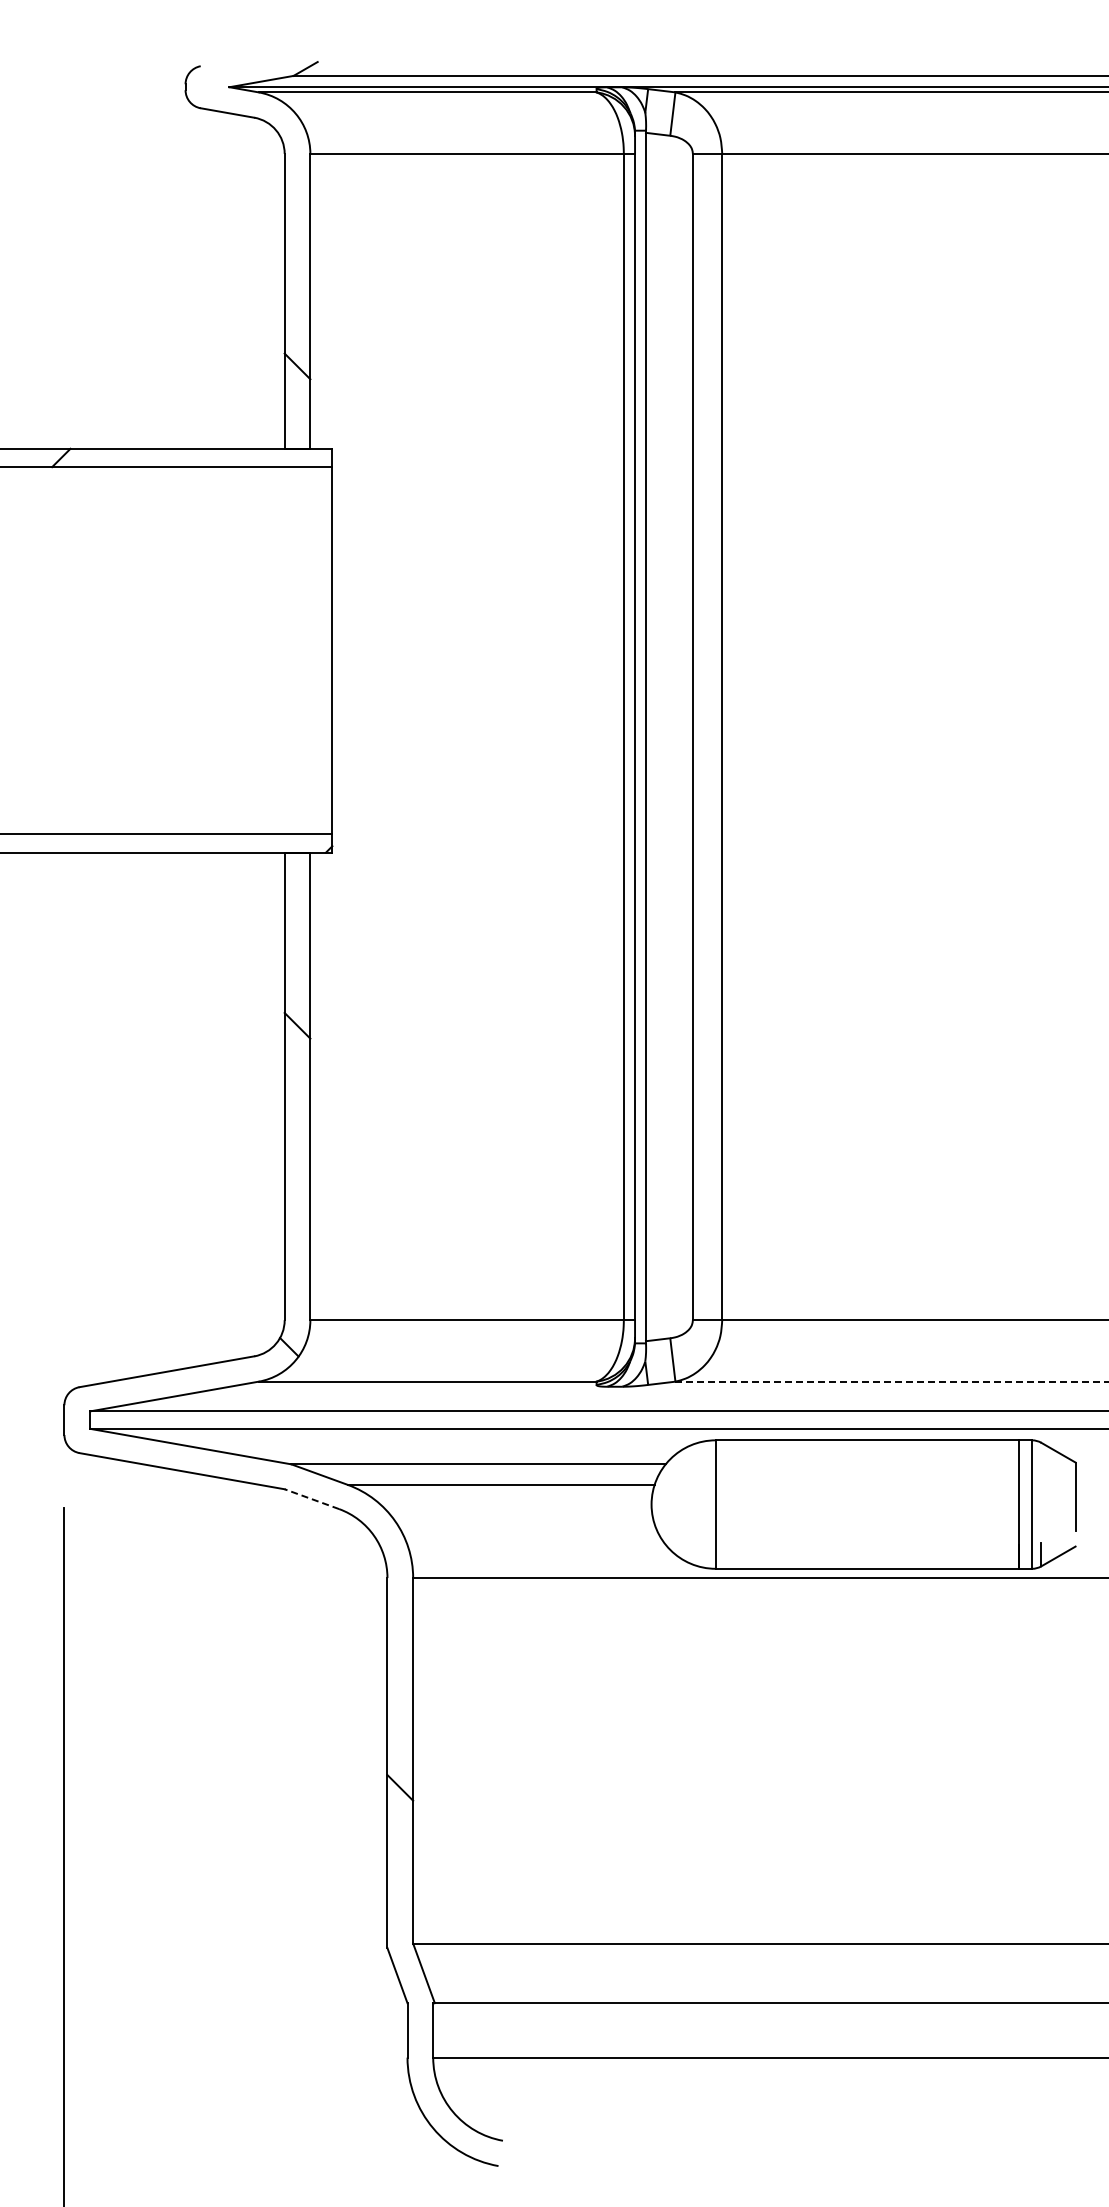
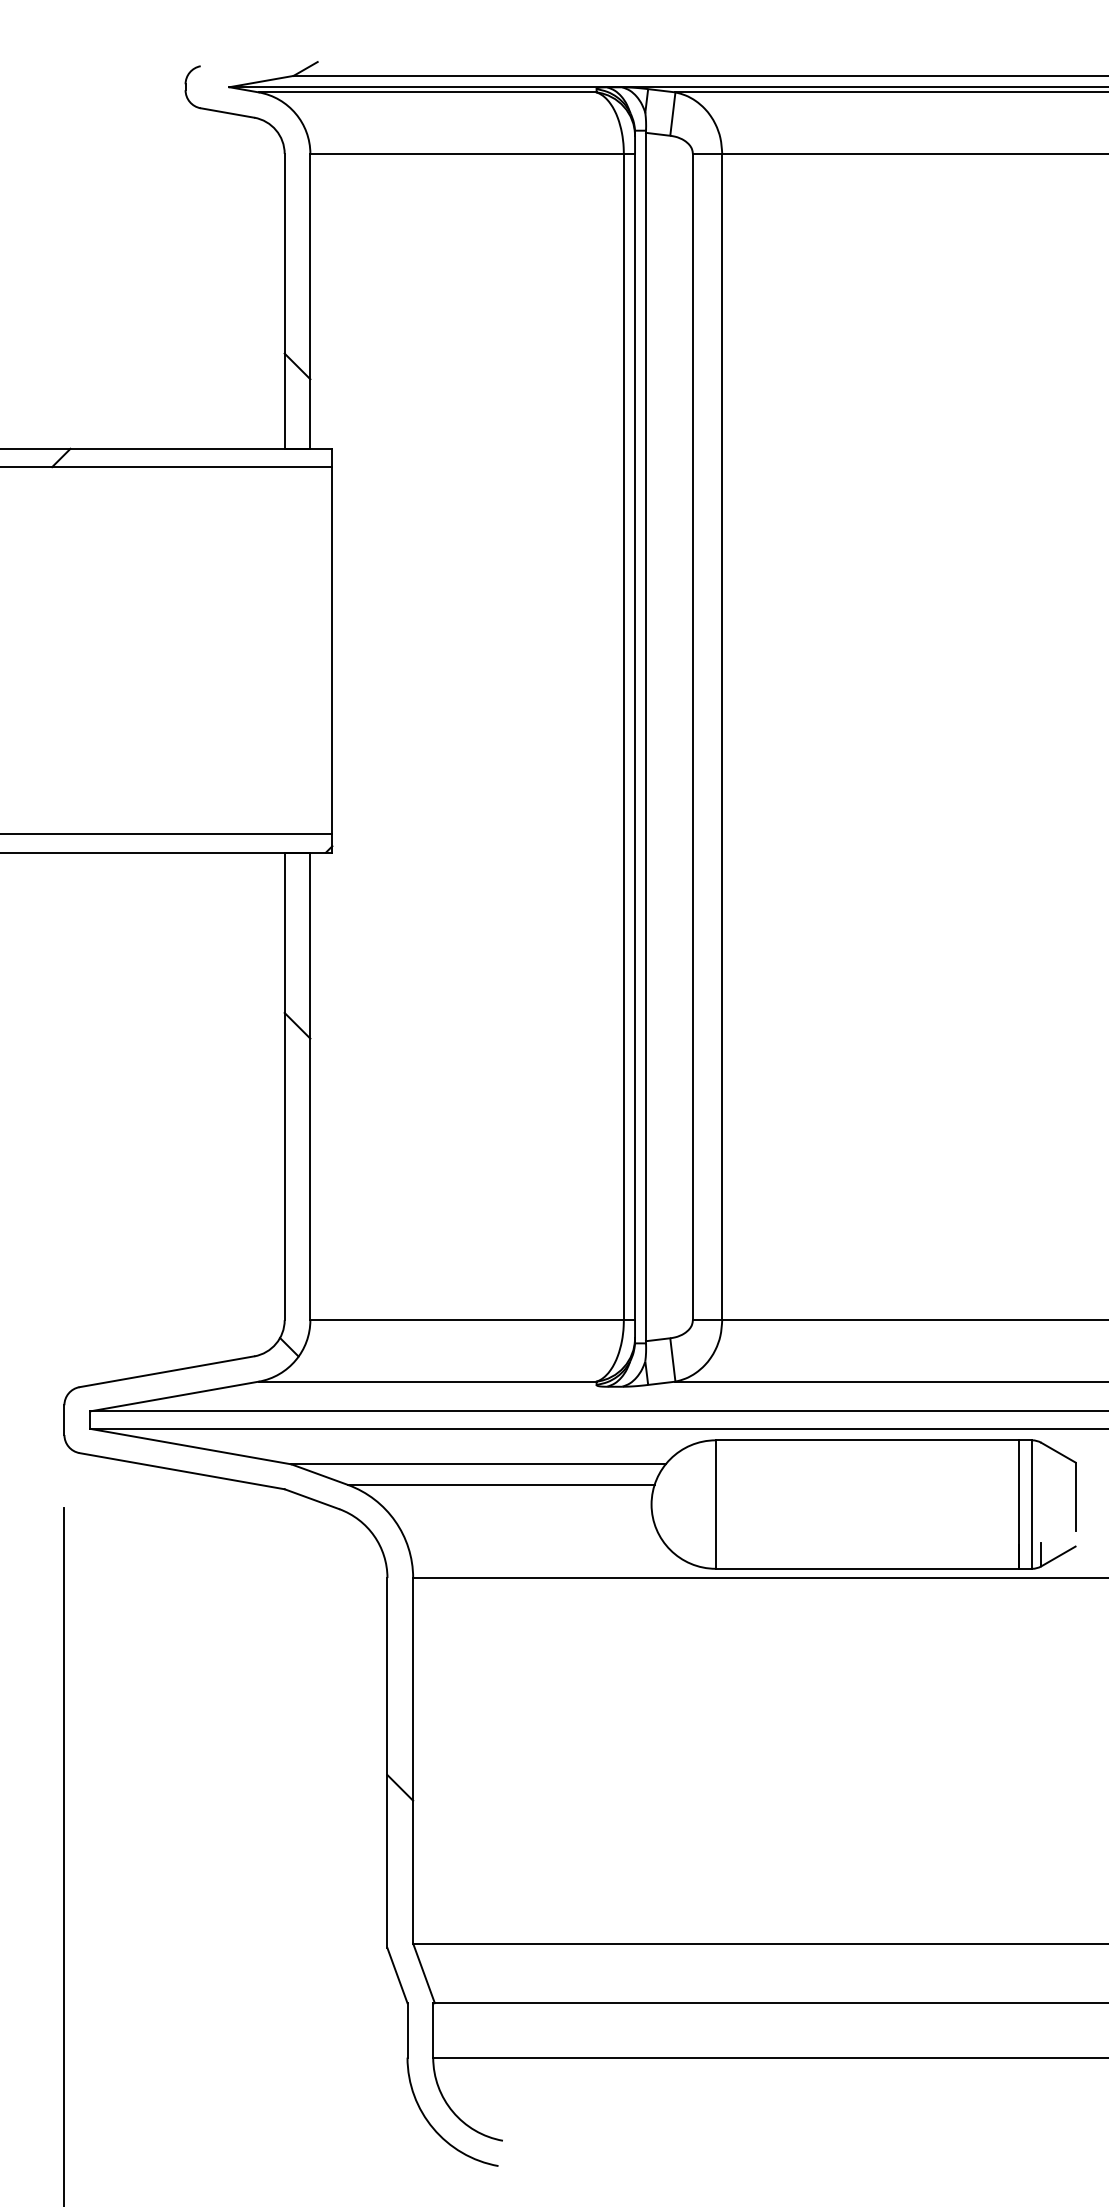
line at (892, 1381): dashed -> solid
line at (311, 1499): dashed -> solid
